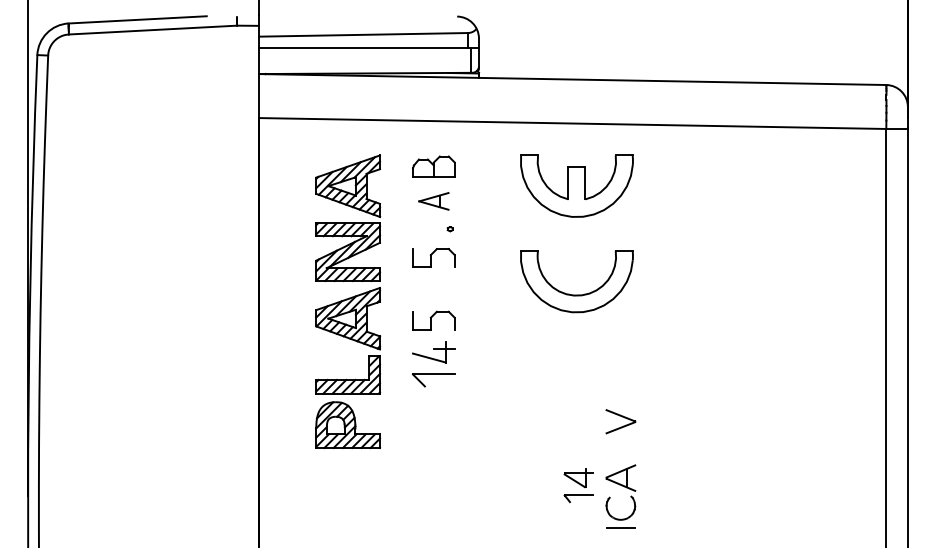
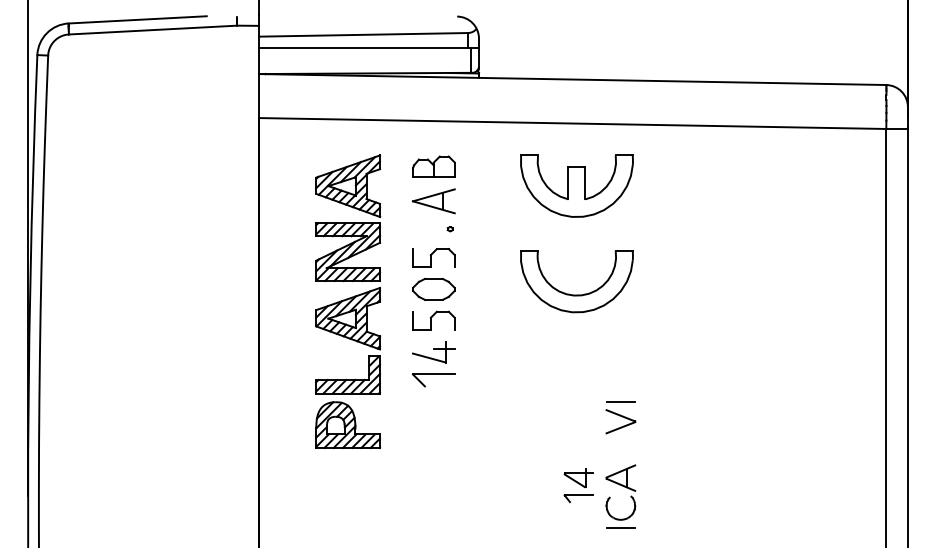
part at (433, 201) size: 32x19 px -> 44x27 px
part at (433, 288): none -> present
line at (620, 402): none -> present
